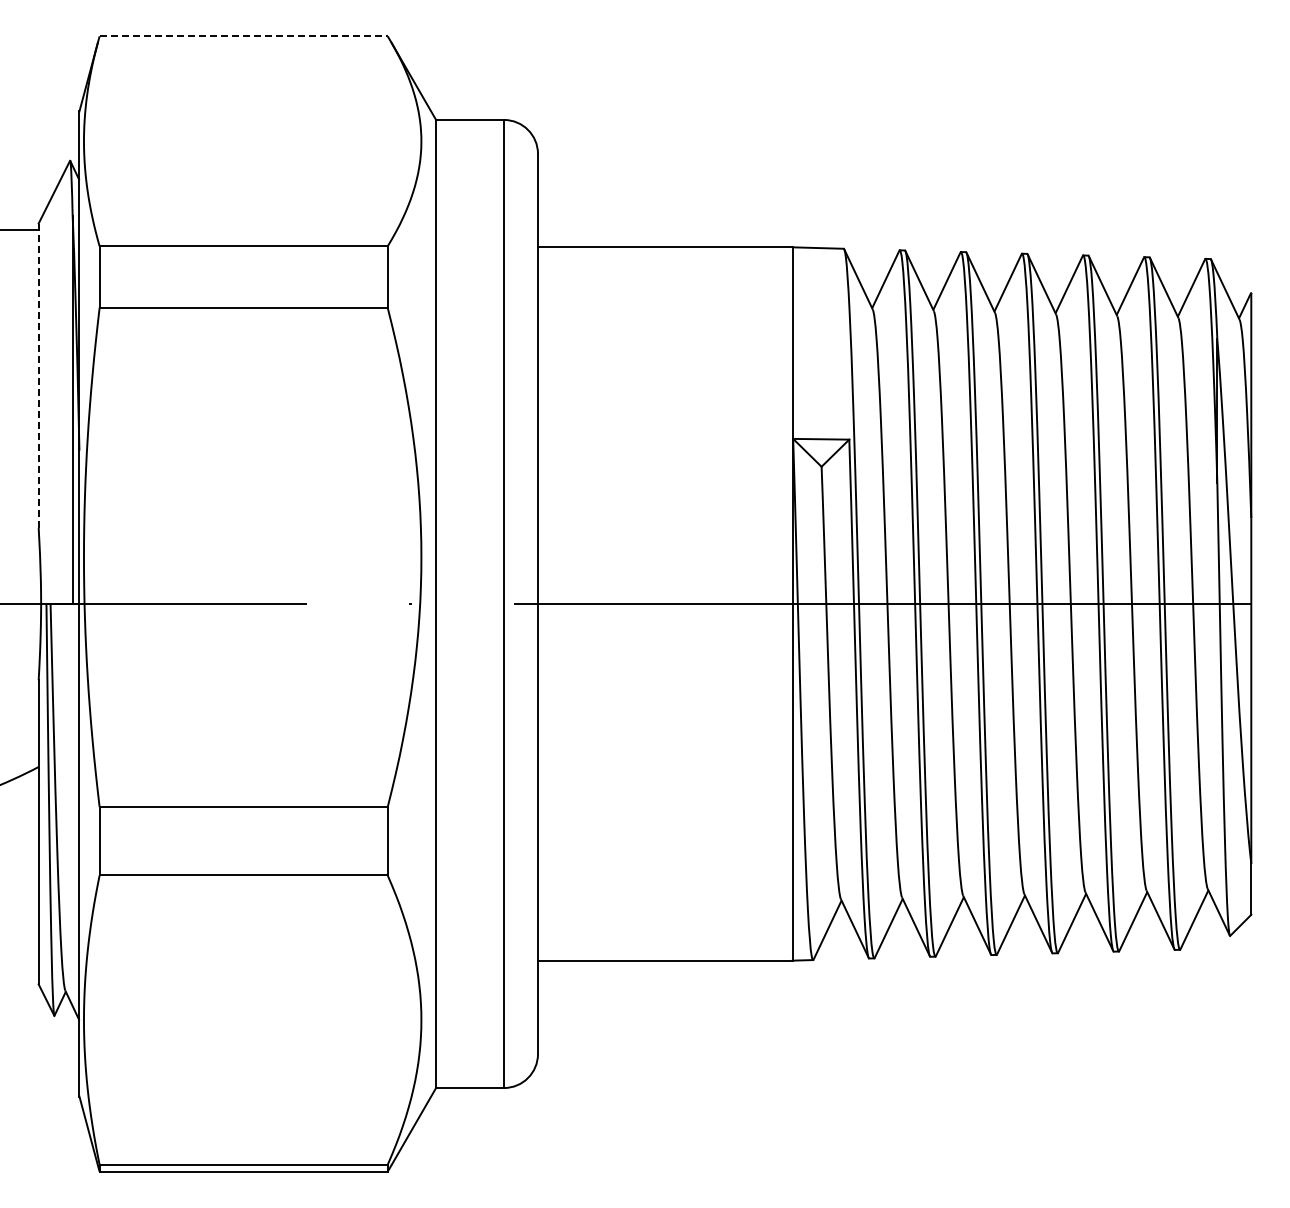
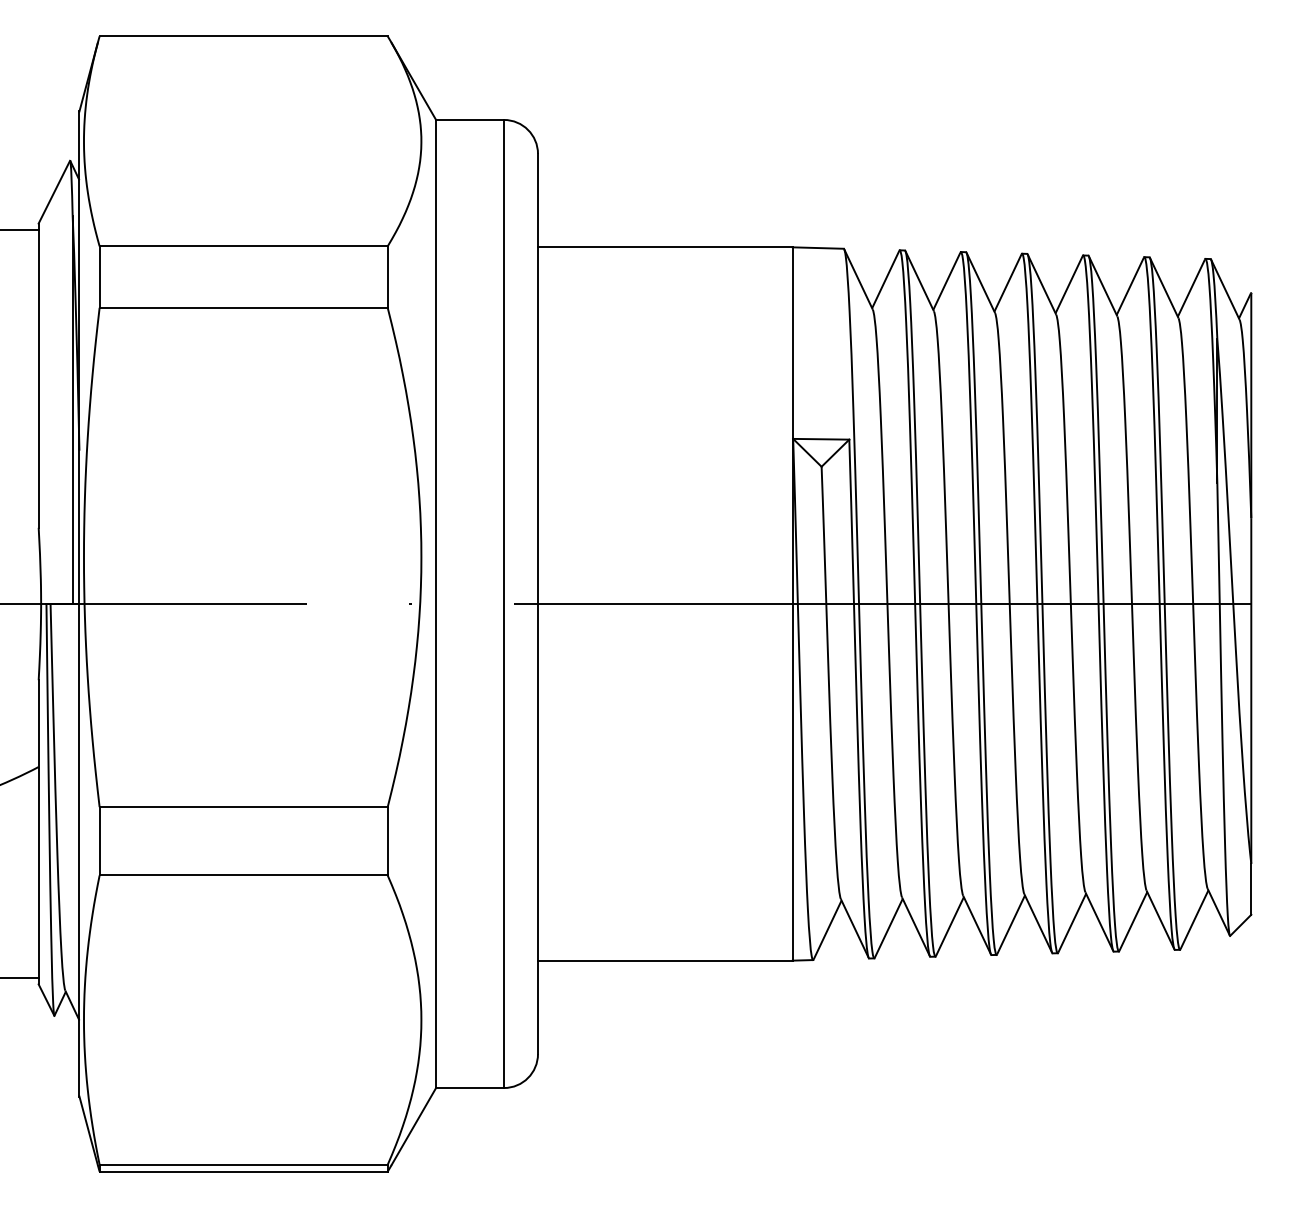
line at (244, 36): dashed -> solid
line at (38, 375): dashed -> solid
line at (20, 977): none -> present
